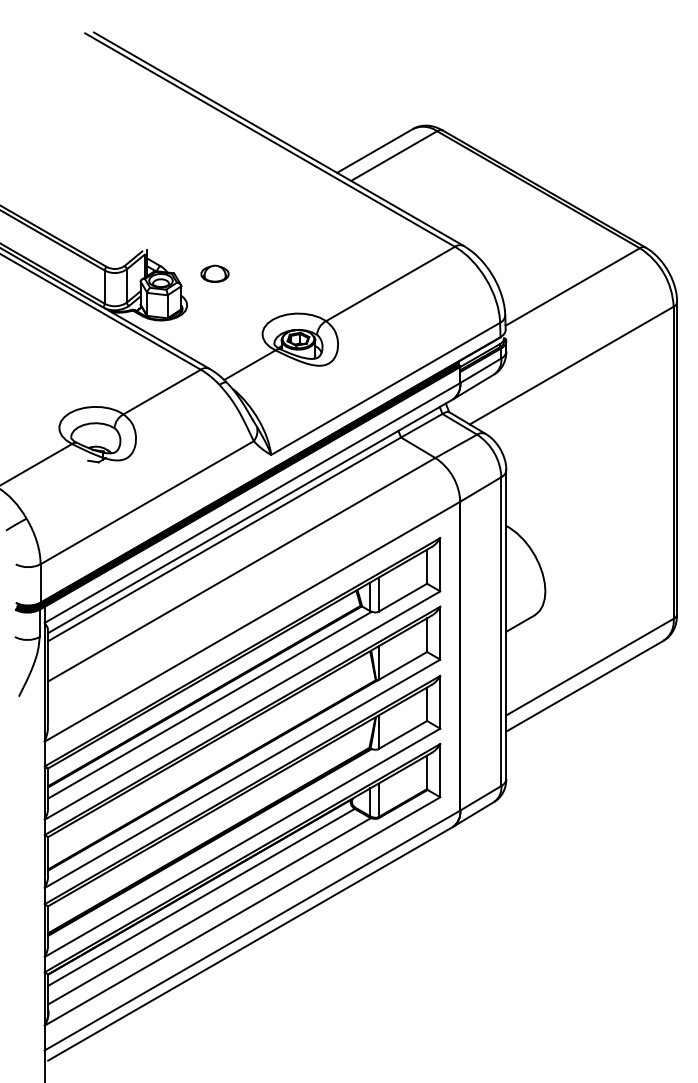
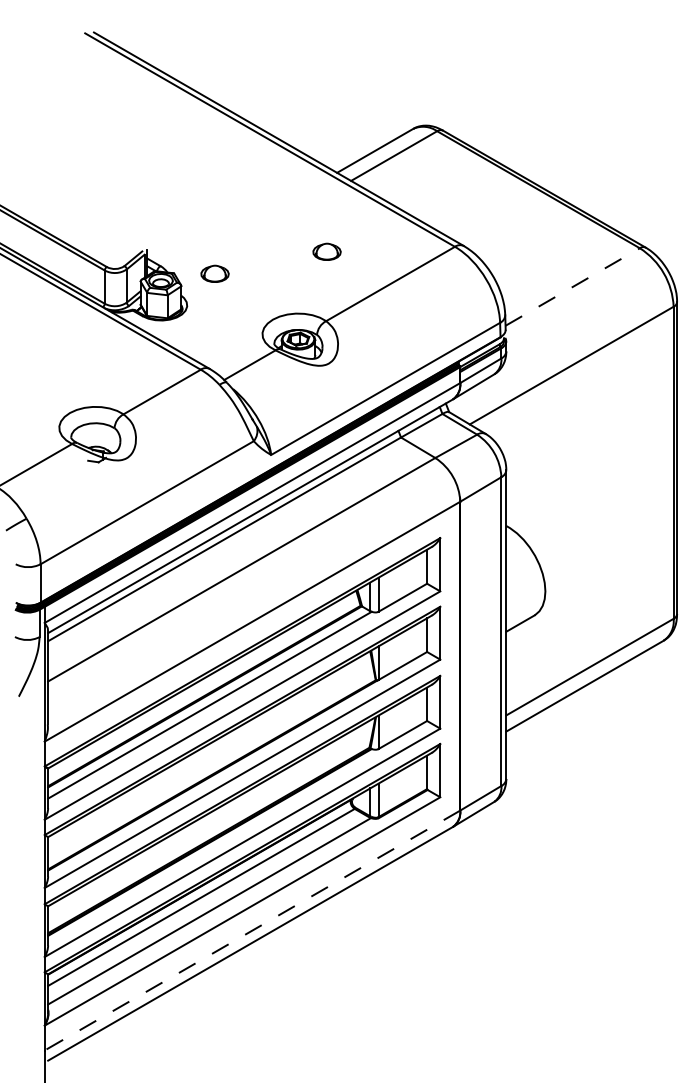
part at (326, 251): none -> present
line at (572, 287): solid -> dashed
line at (252, 930): solid -> dashed
